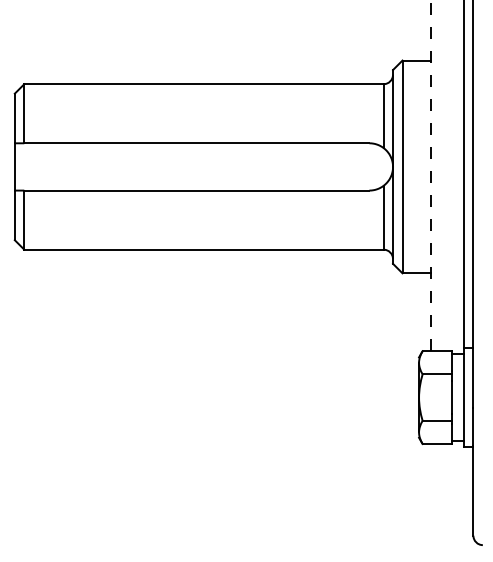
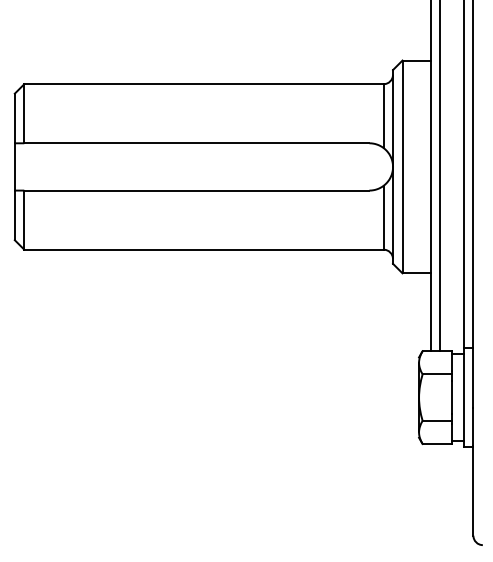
line at (430, 175): dashed -> solid
line at (440, 176): none -> present
